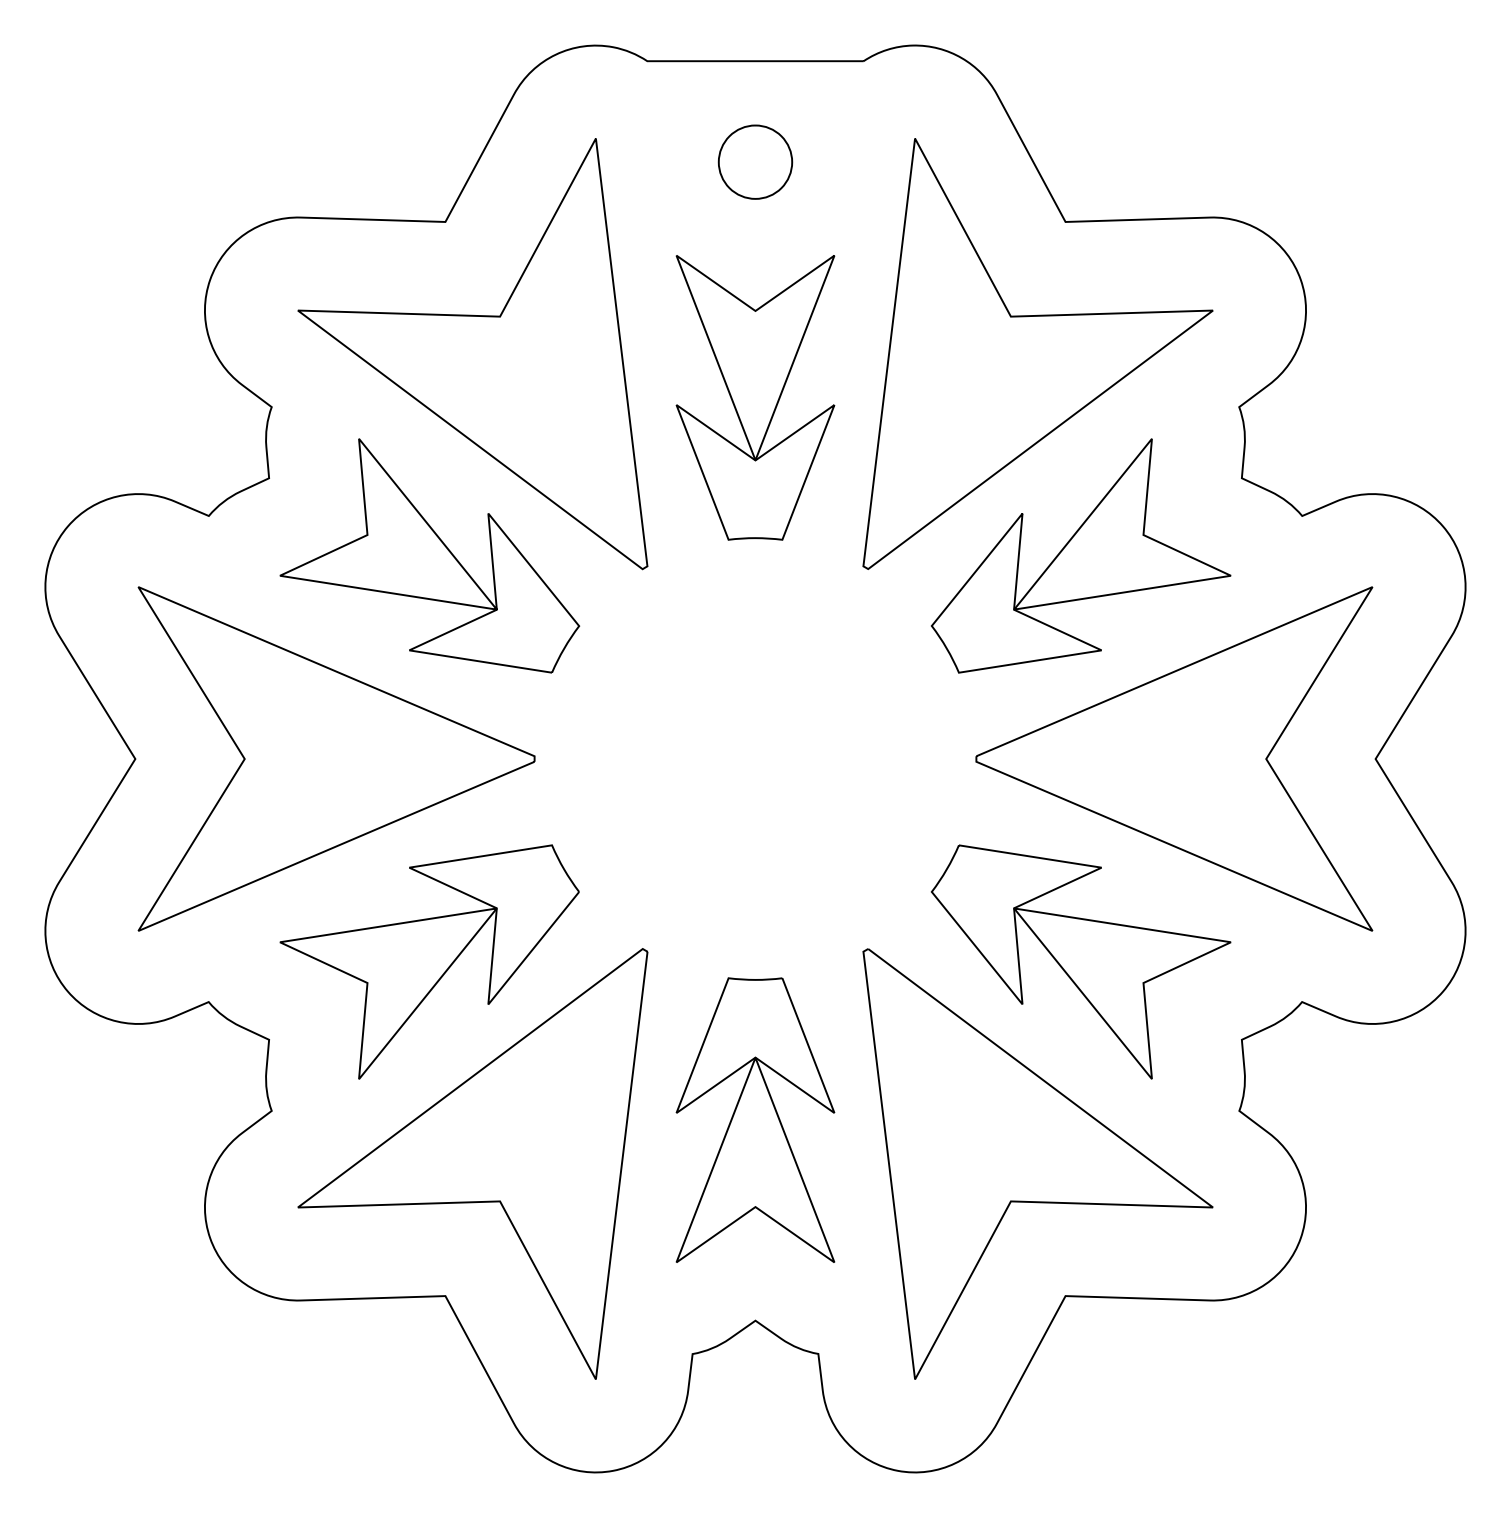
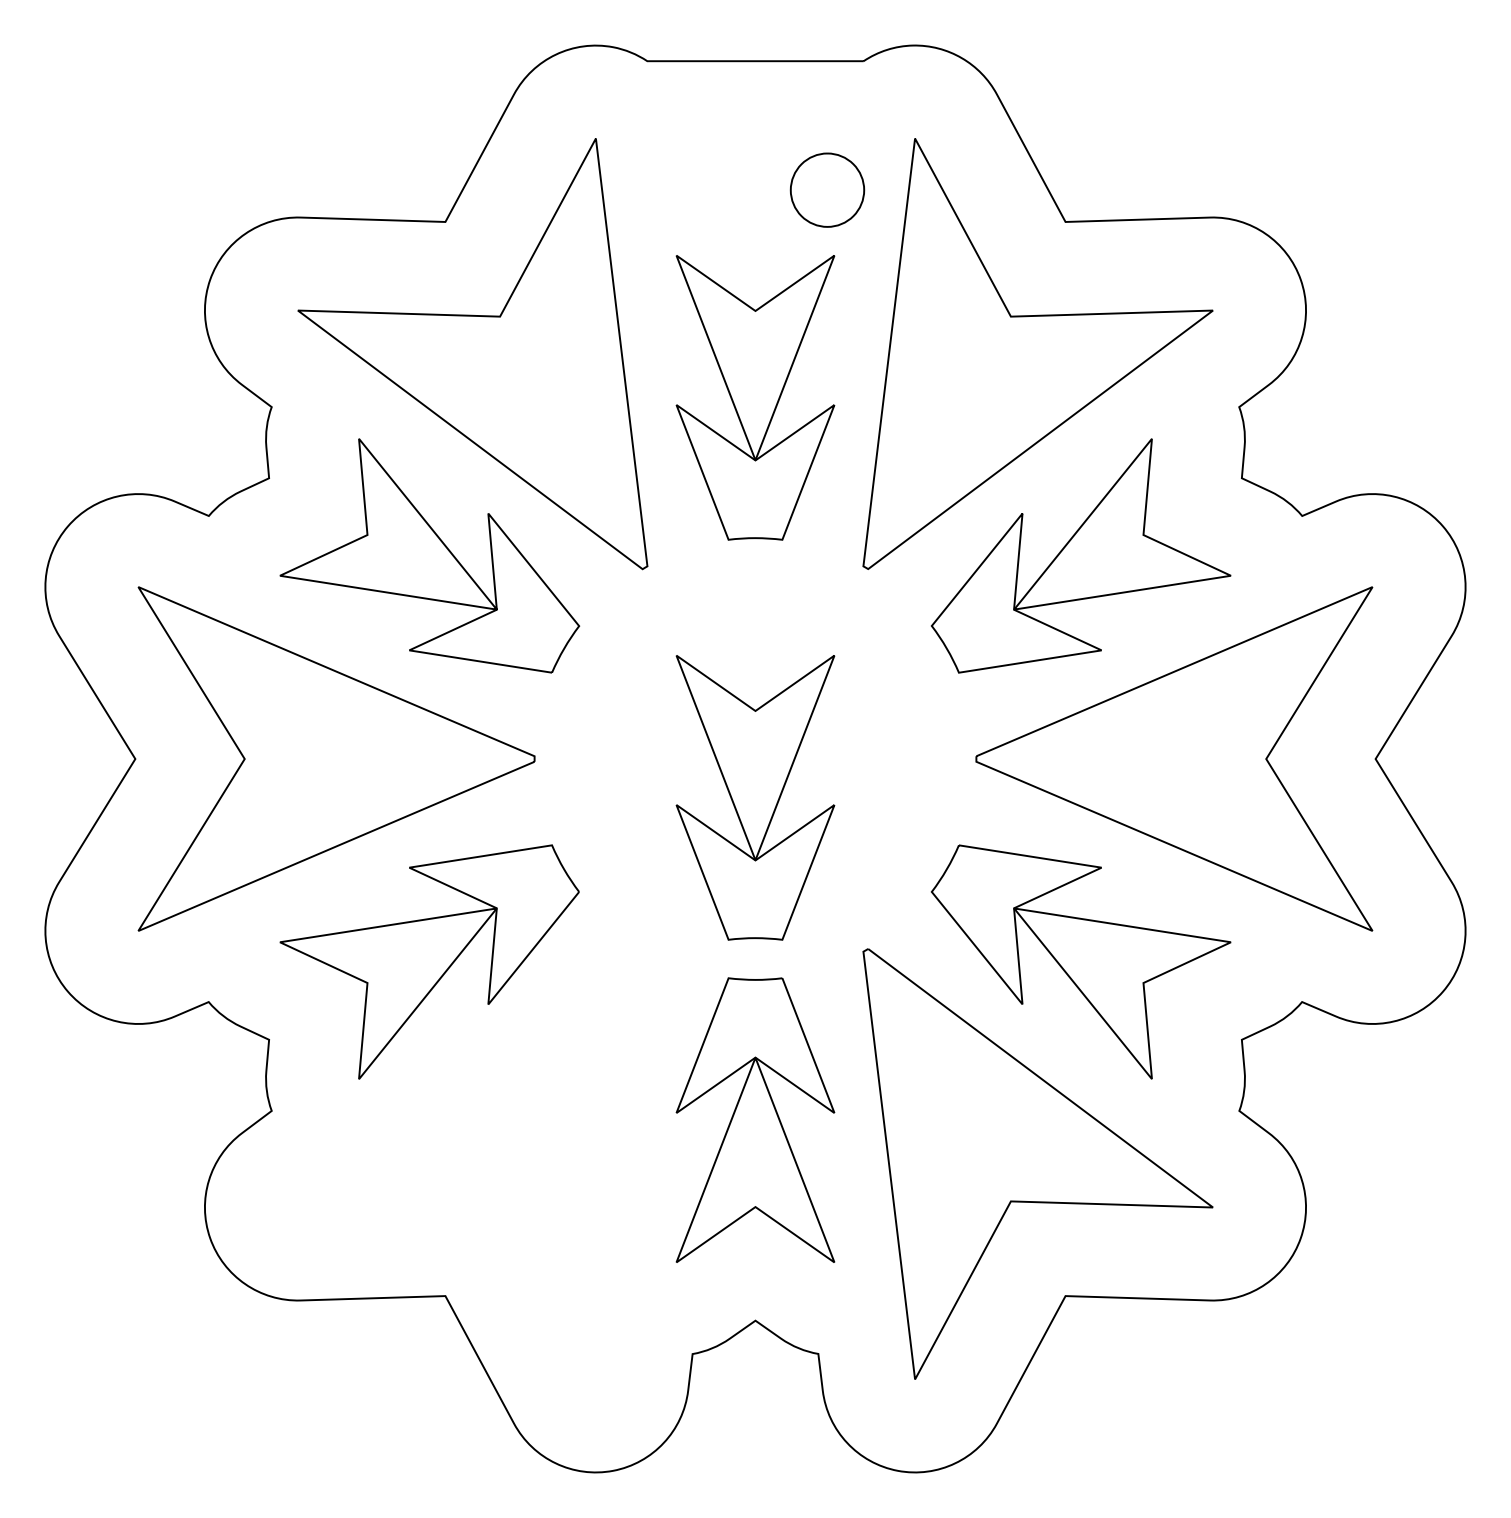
part at (755, 161) position: (755, 161) -> (827, 189)
part at (755, 797): none -> present
part at (472, 1163): present -> none
